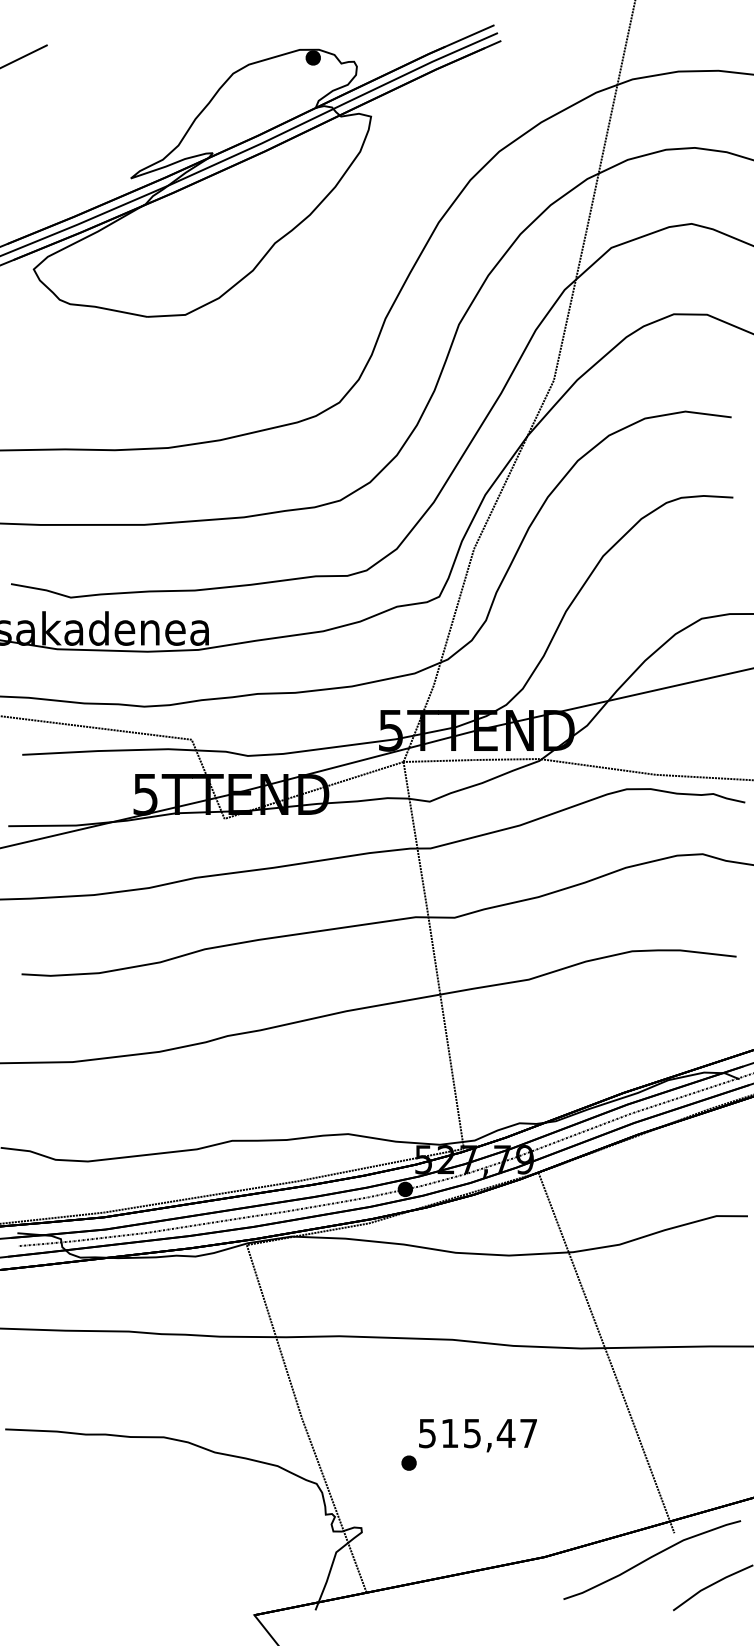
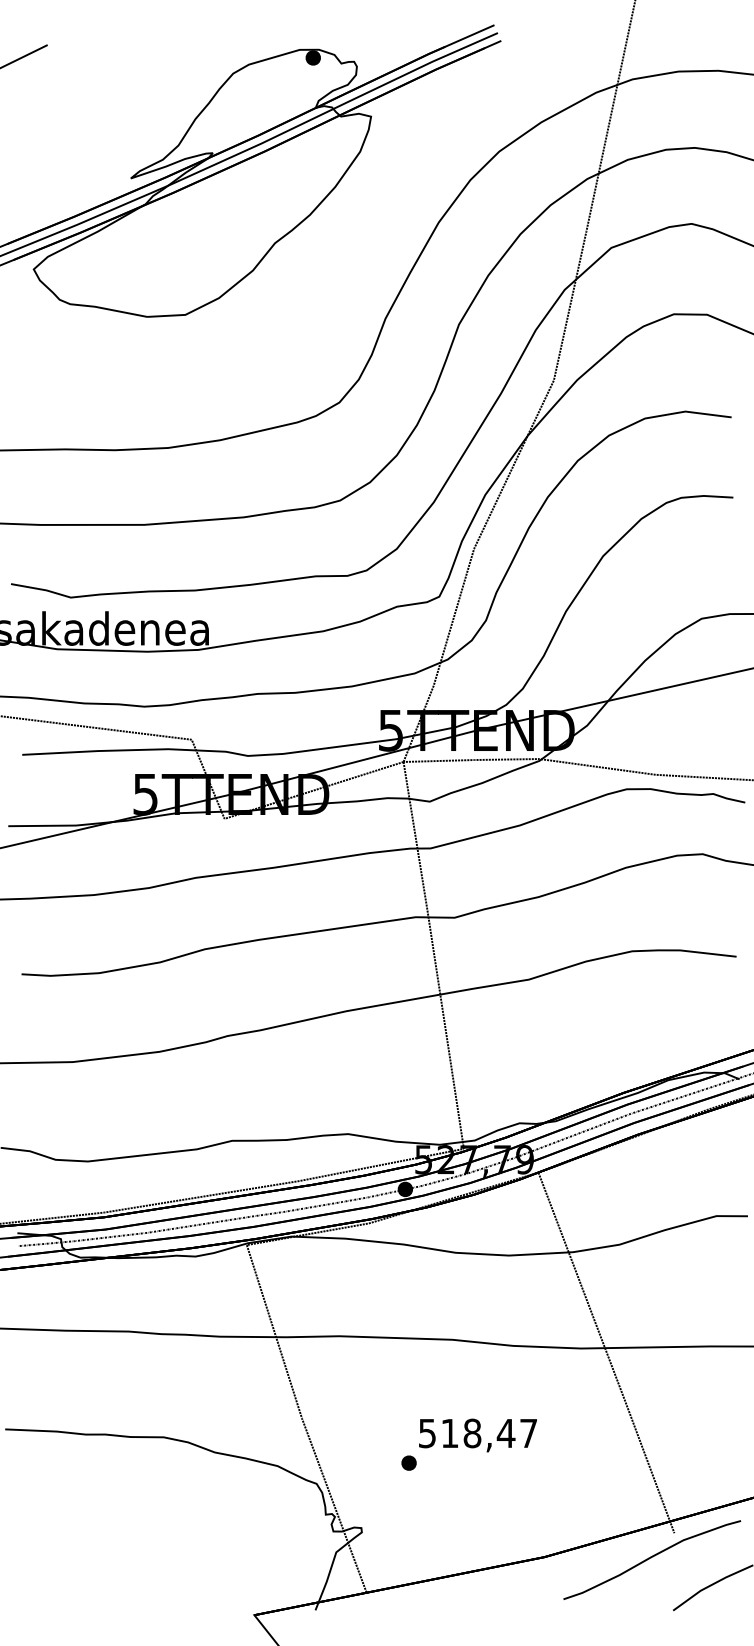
text at (472, 1433): 515,47 -> 518,47
